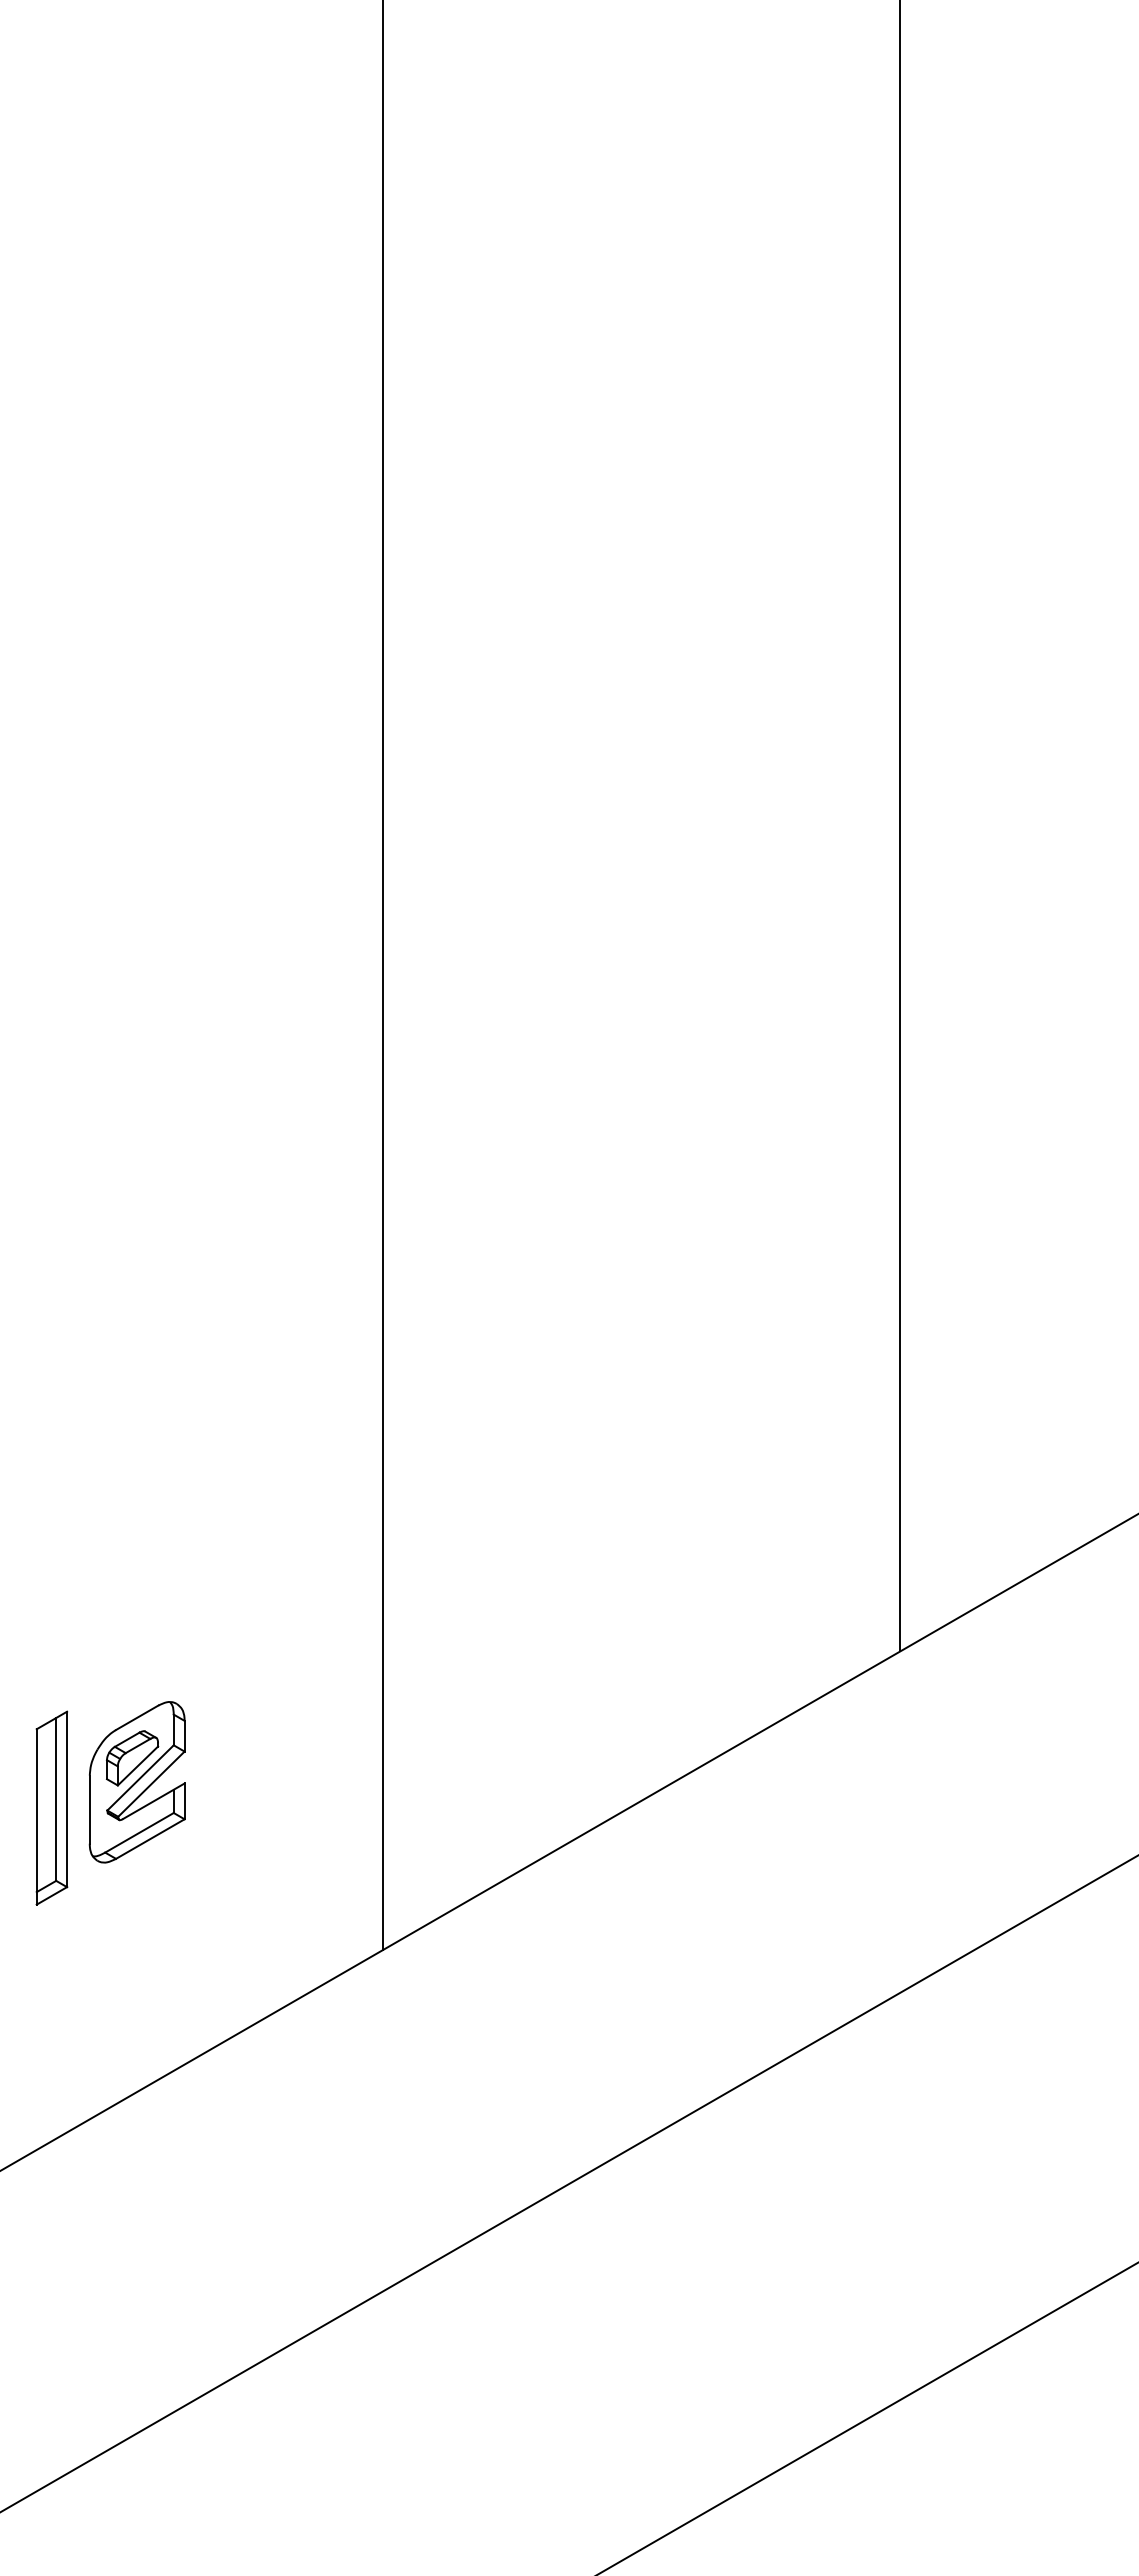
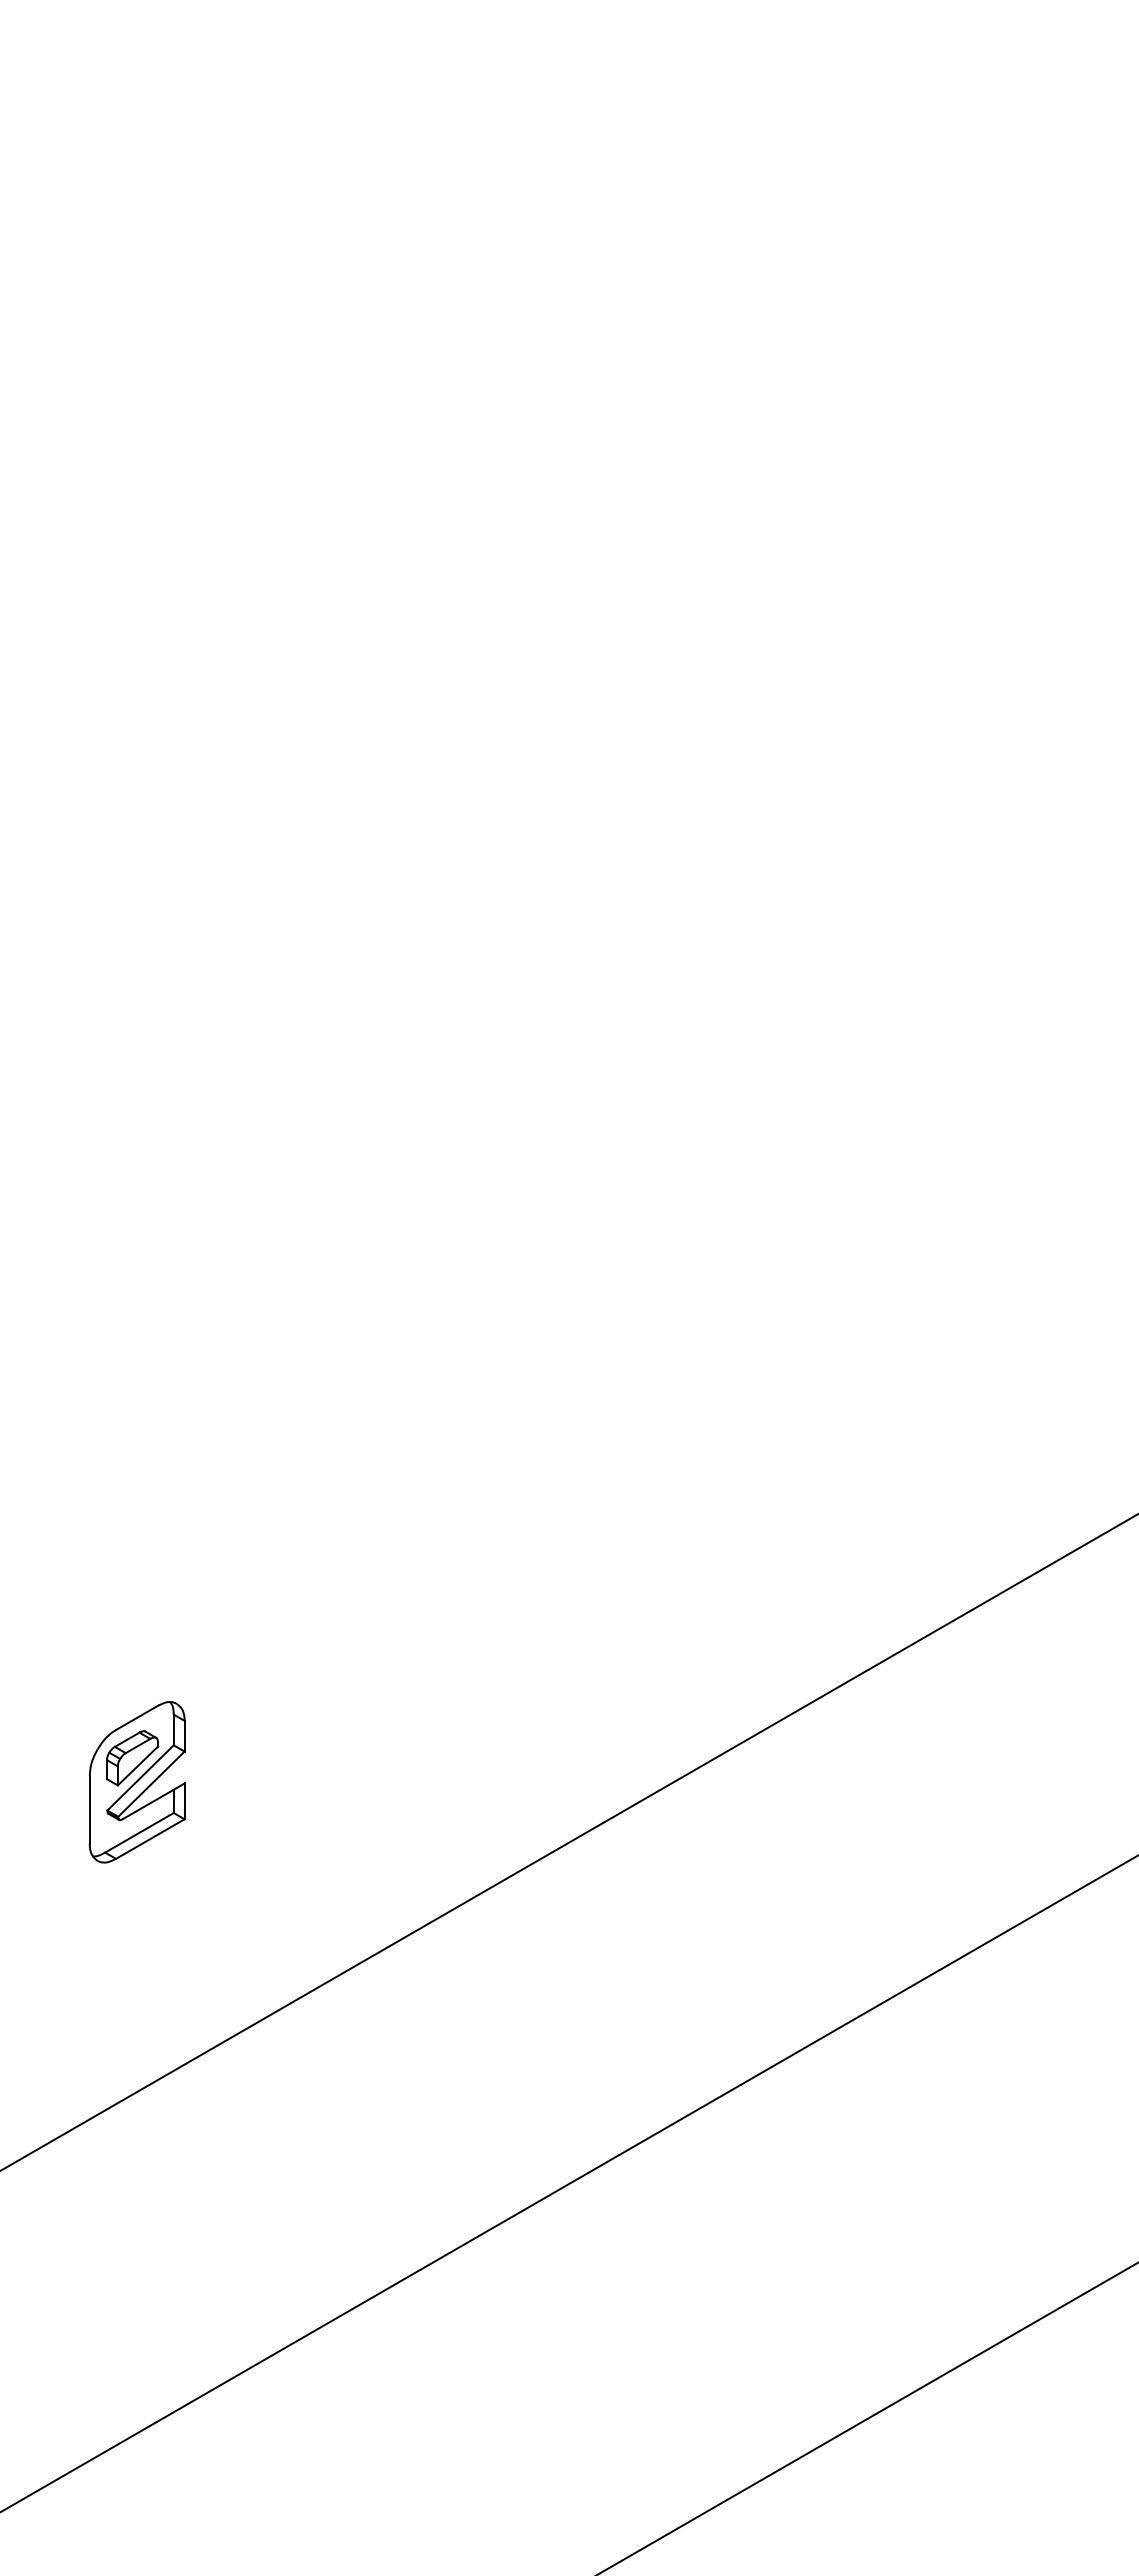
line at (900, 826): present -> none
line at (383, 975): present -> none
part at (51, 1807): present -> none
